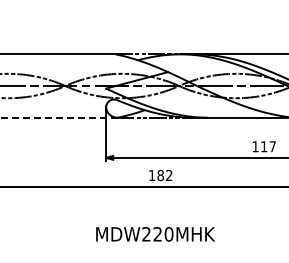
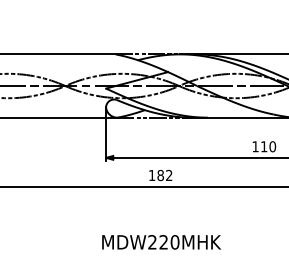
line at (59, 117): dashed -> solid
text at (272, 146): 117 -> 110
text at (155, 234) position: (155, 234) -> (161, 242)
